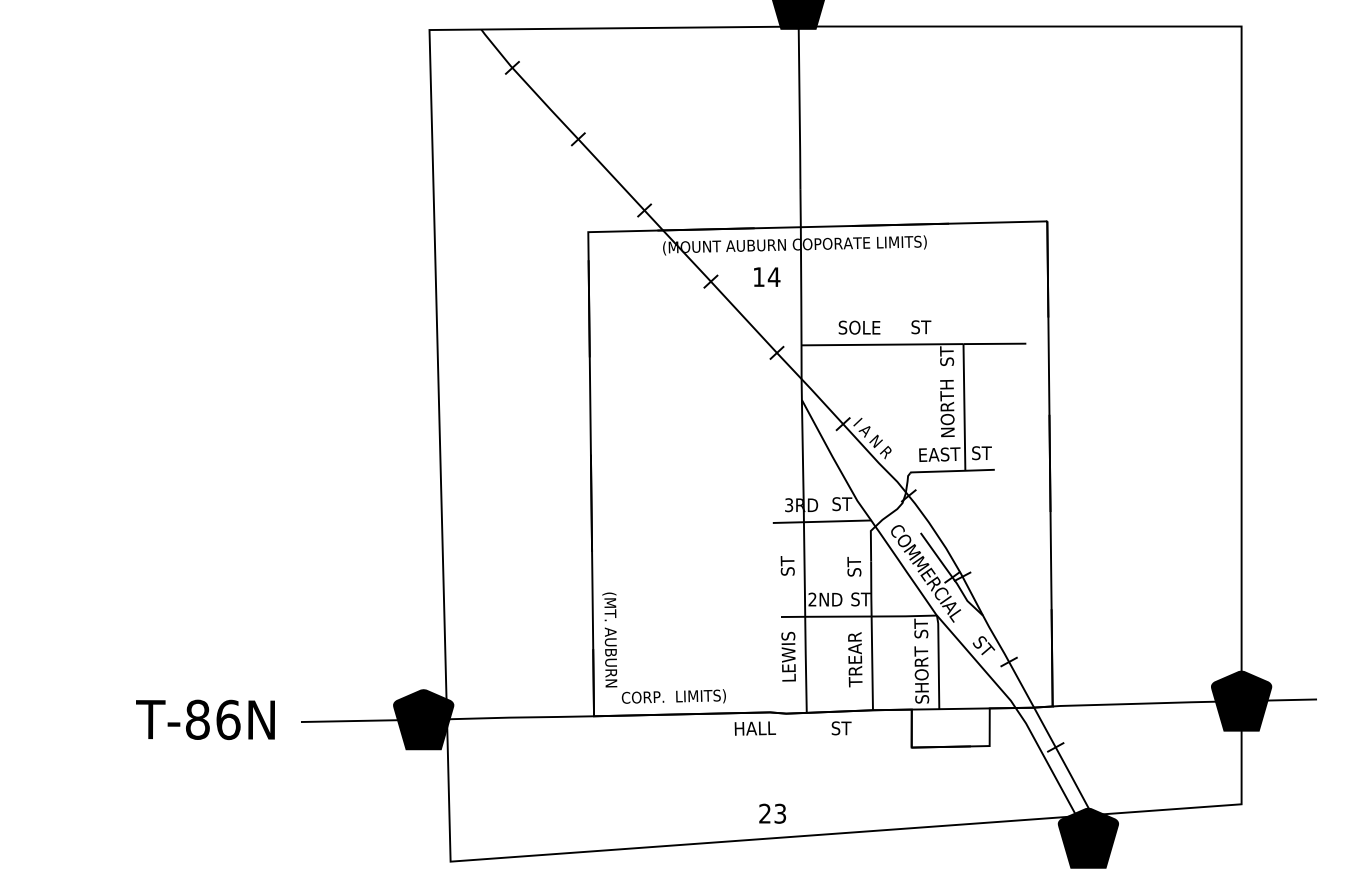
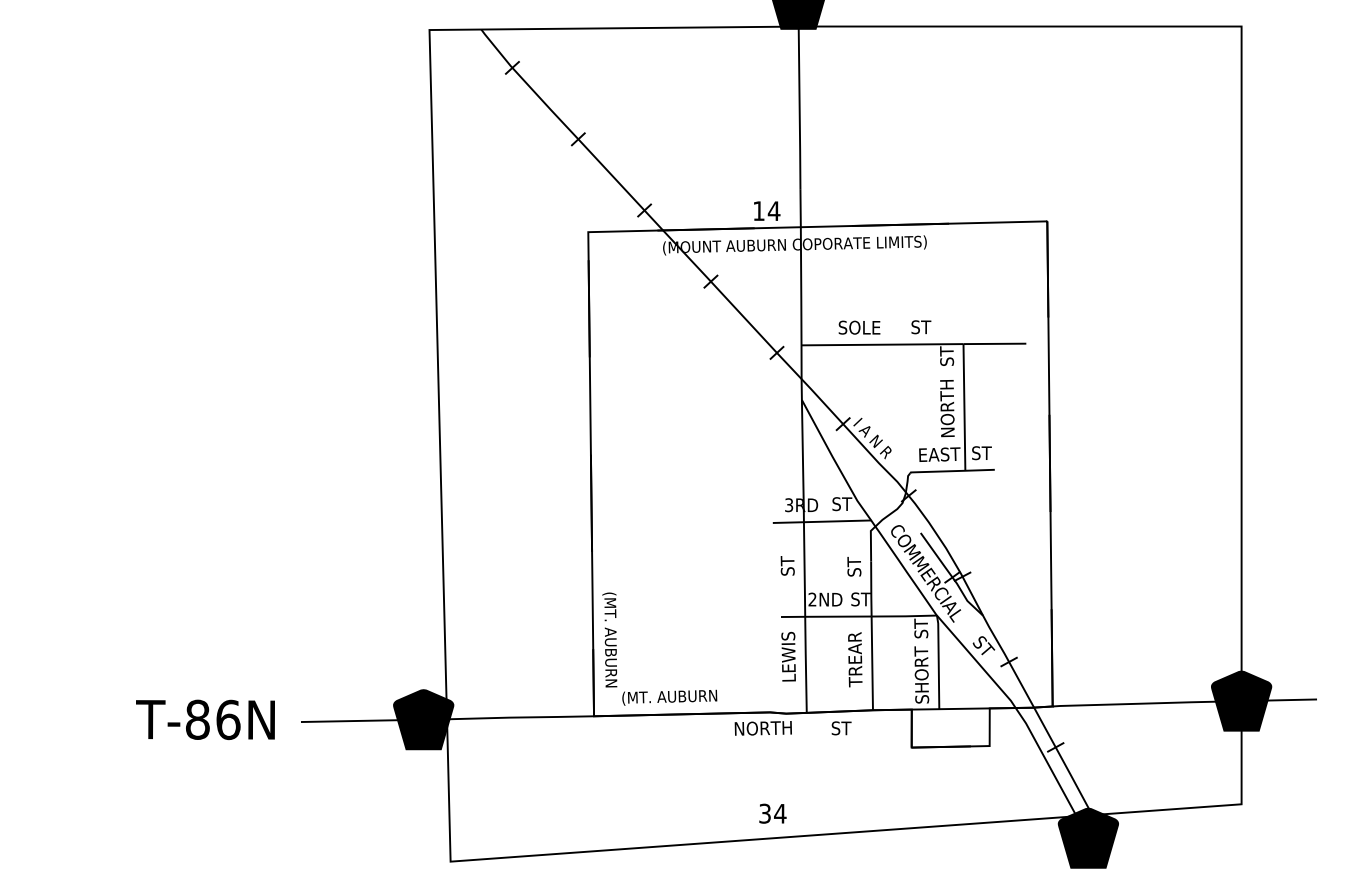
text at (767, 276) position: (767, 276) -> (767, 210)
text at (673, 697): CORP.  LIMITS) -> (MT. AUBURN
text at (763, 728): HALL -> NORTH
text at (772, 813): 23 -> 34
